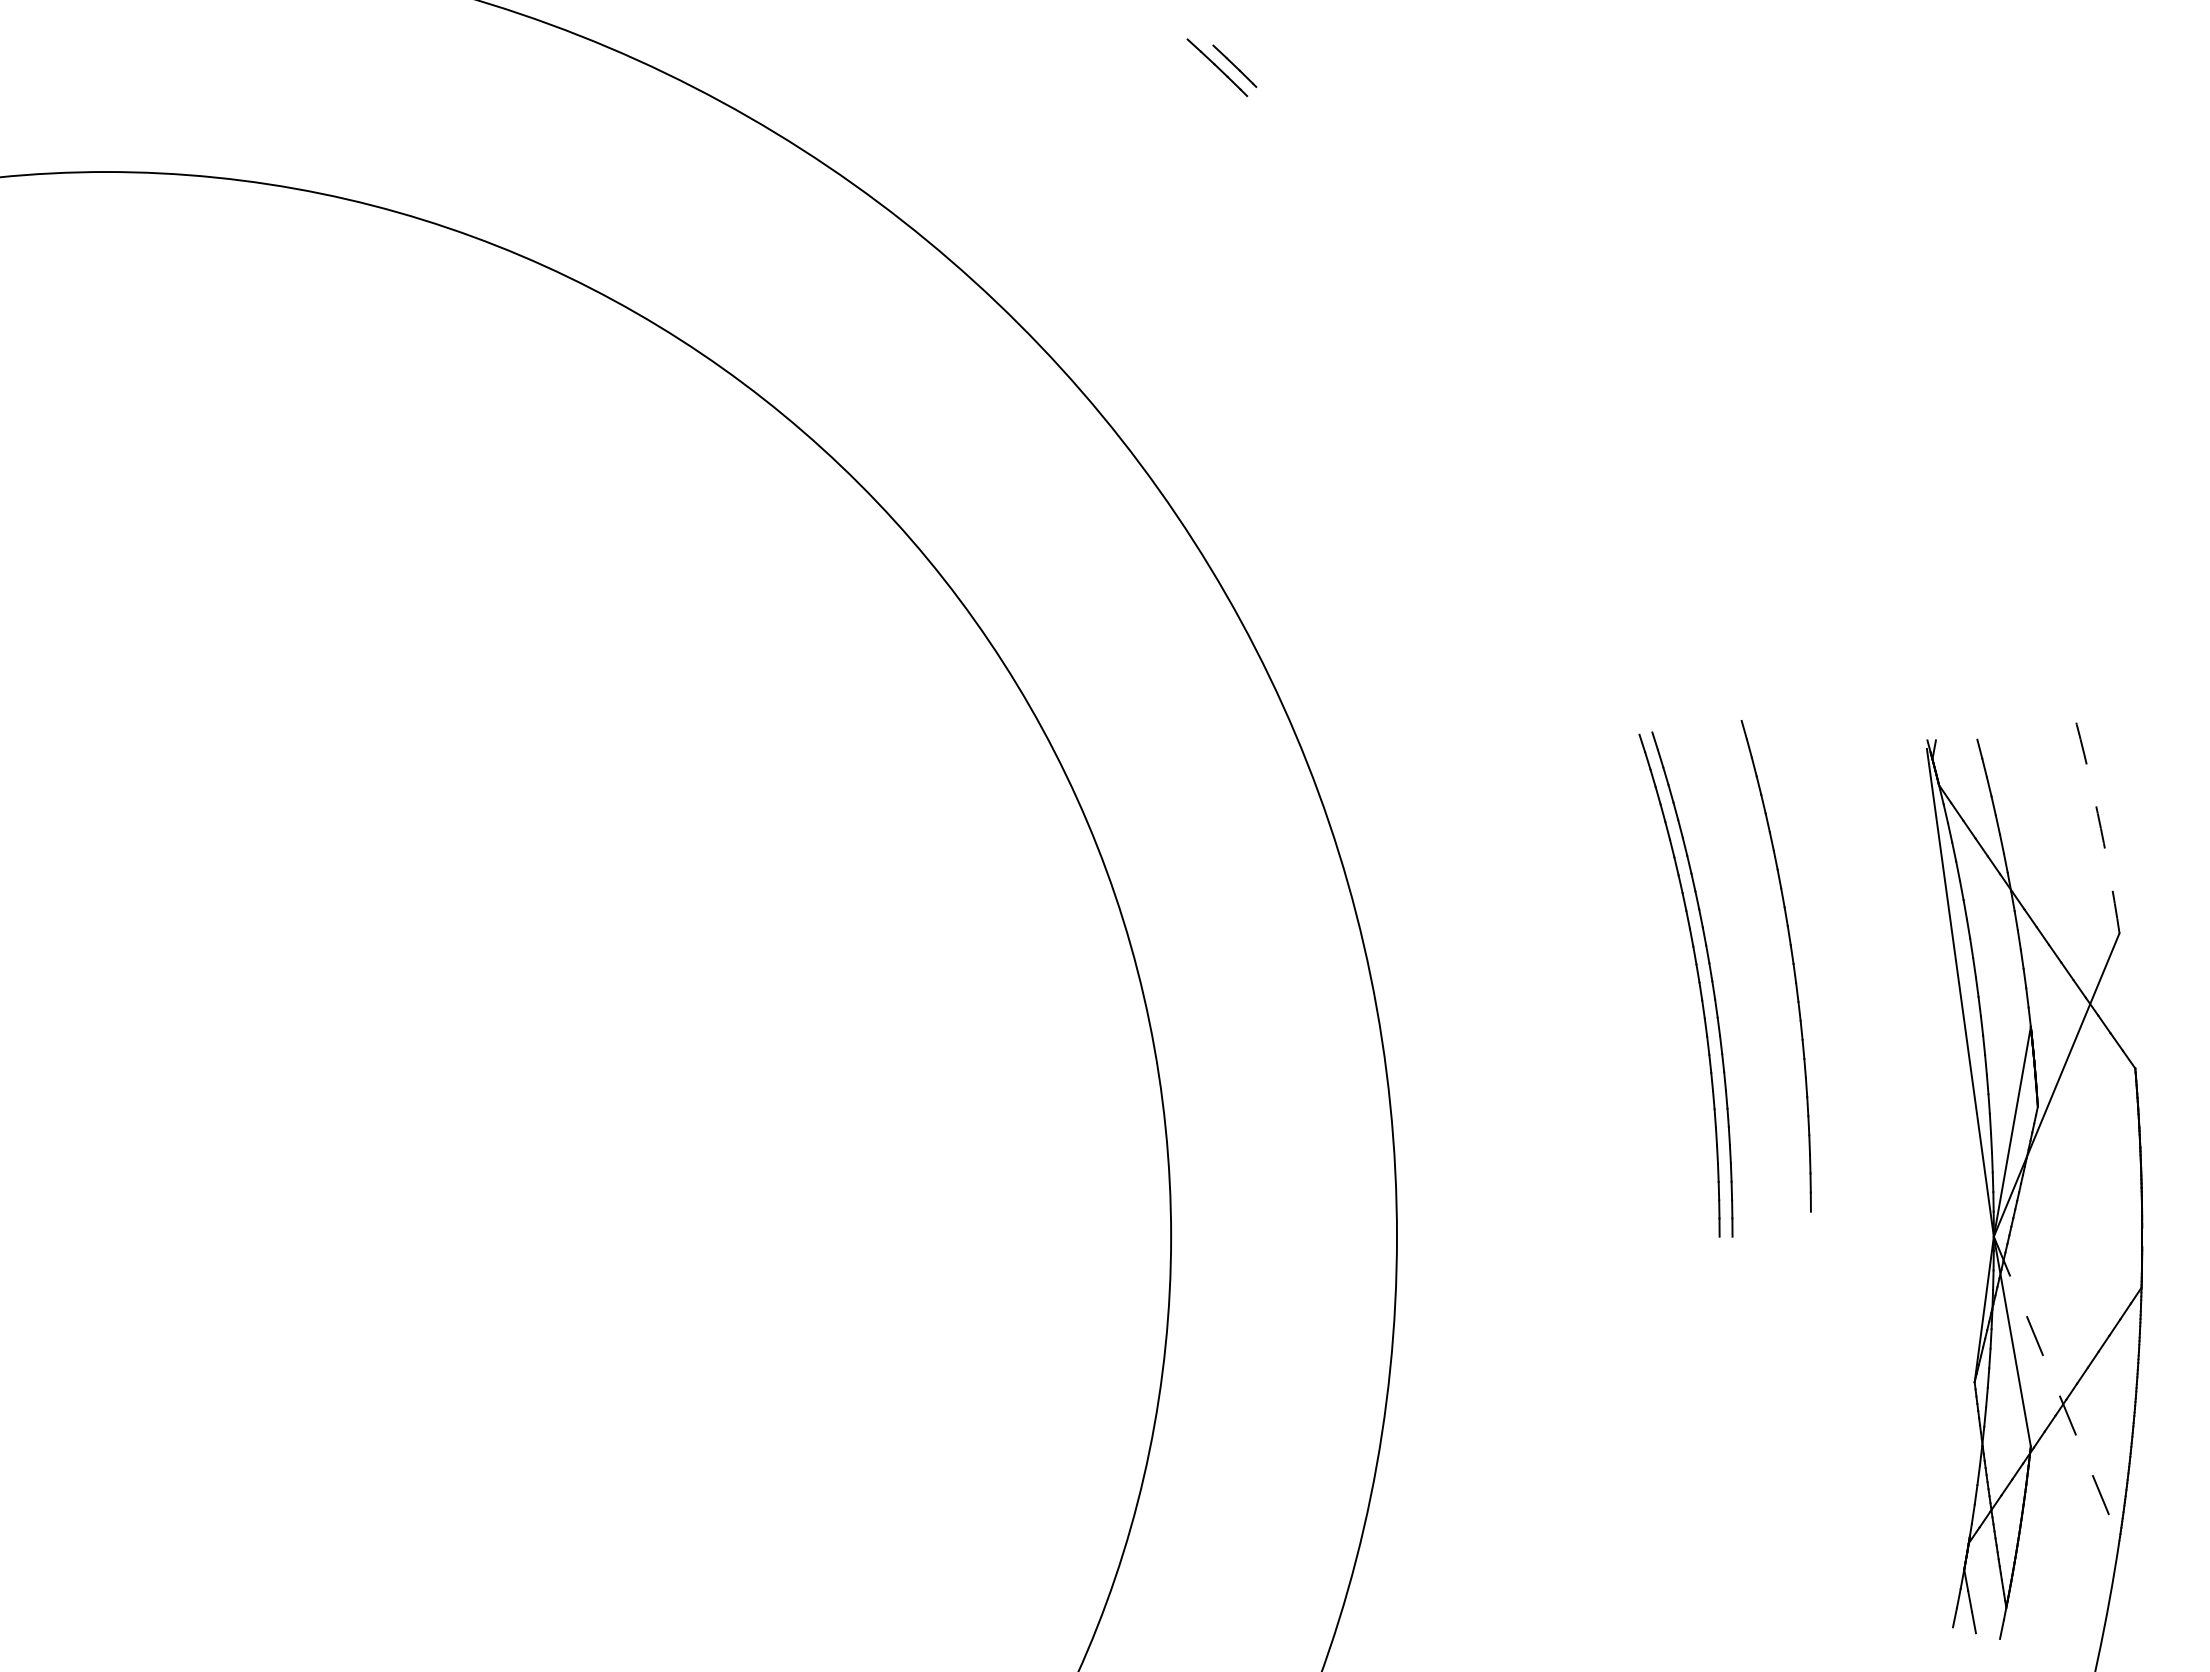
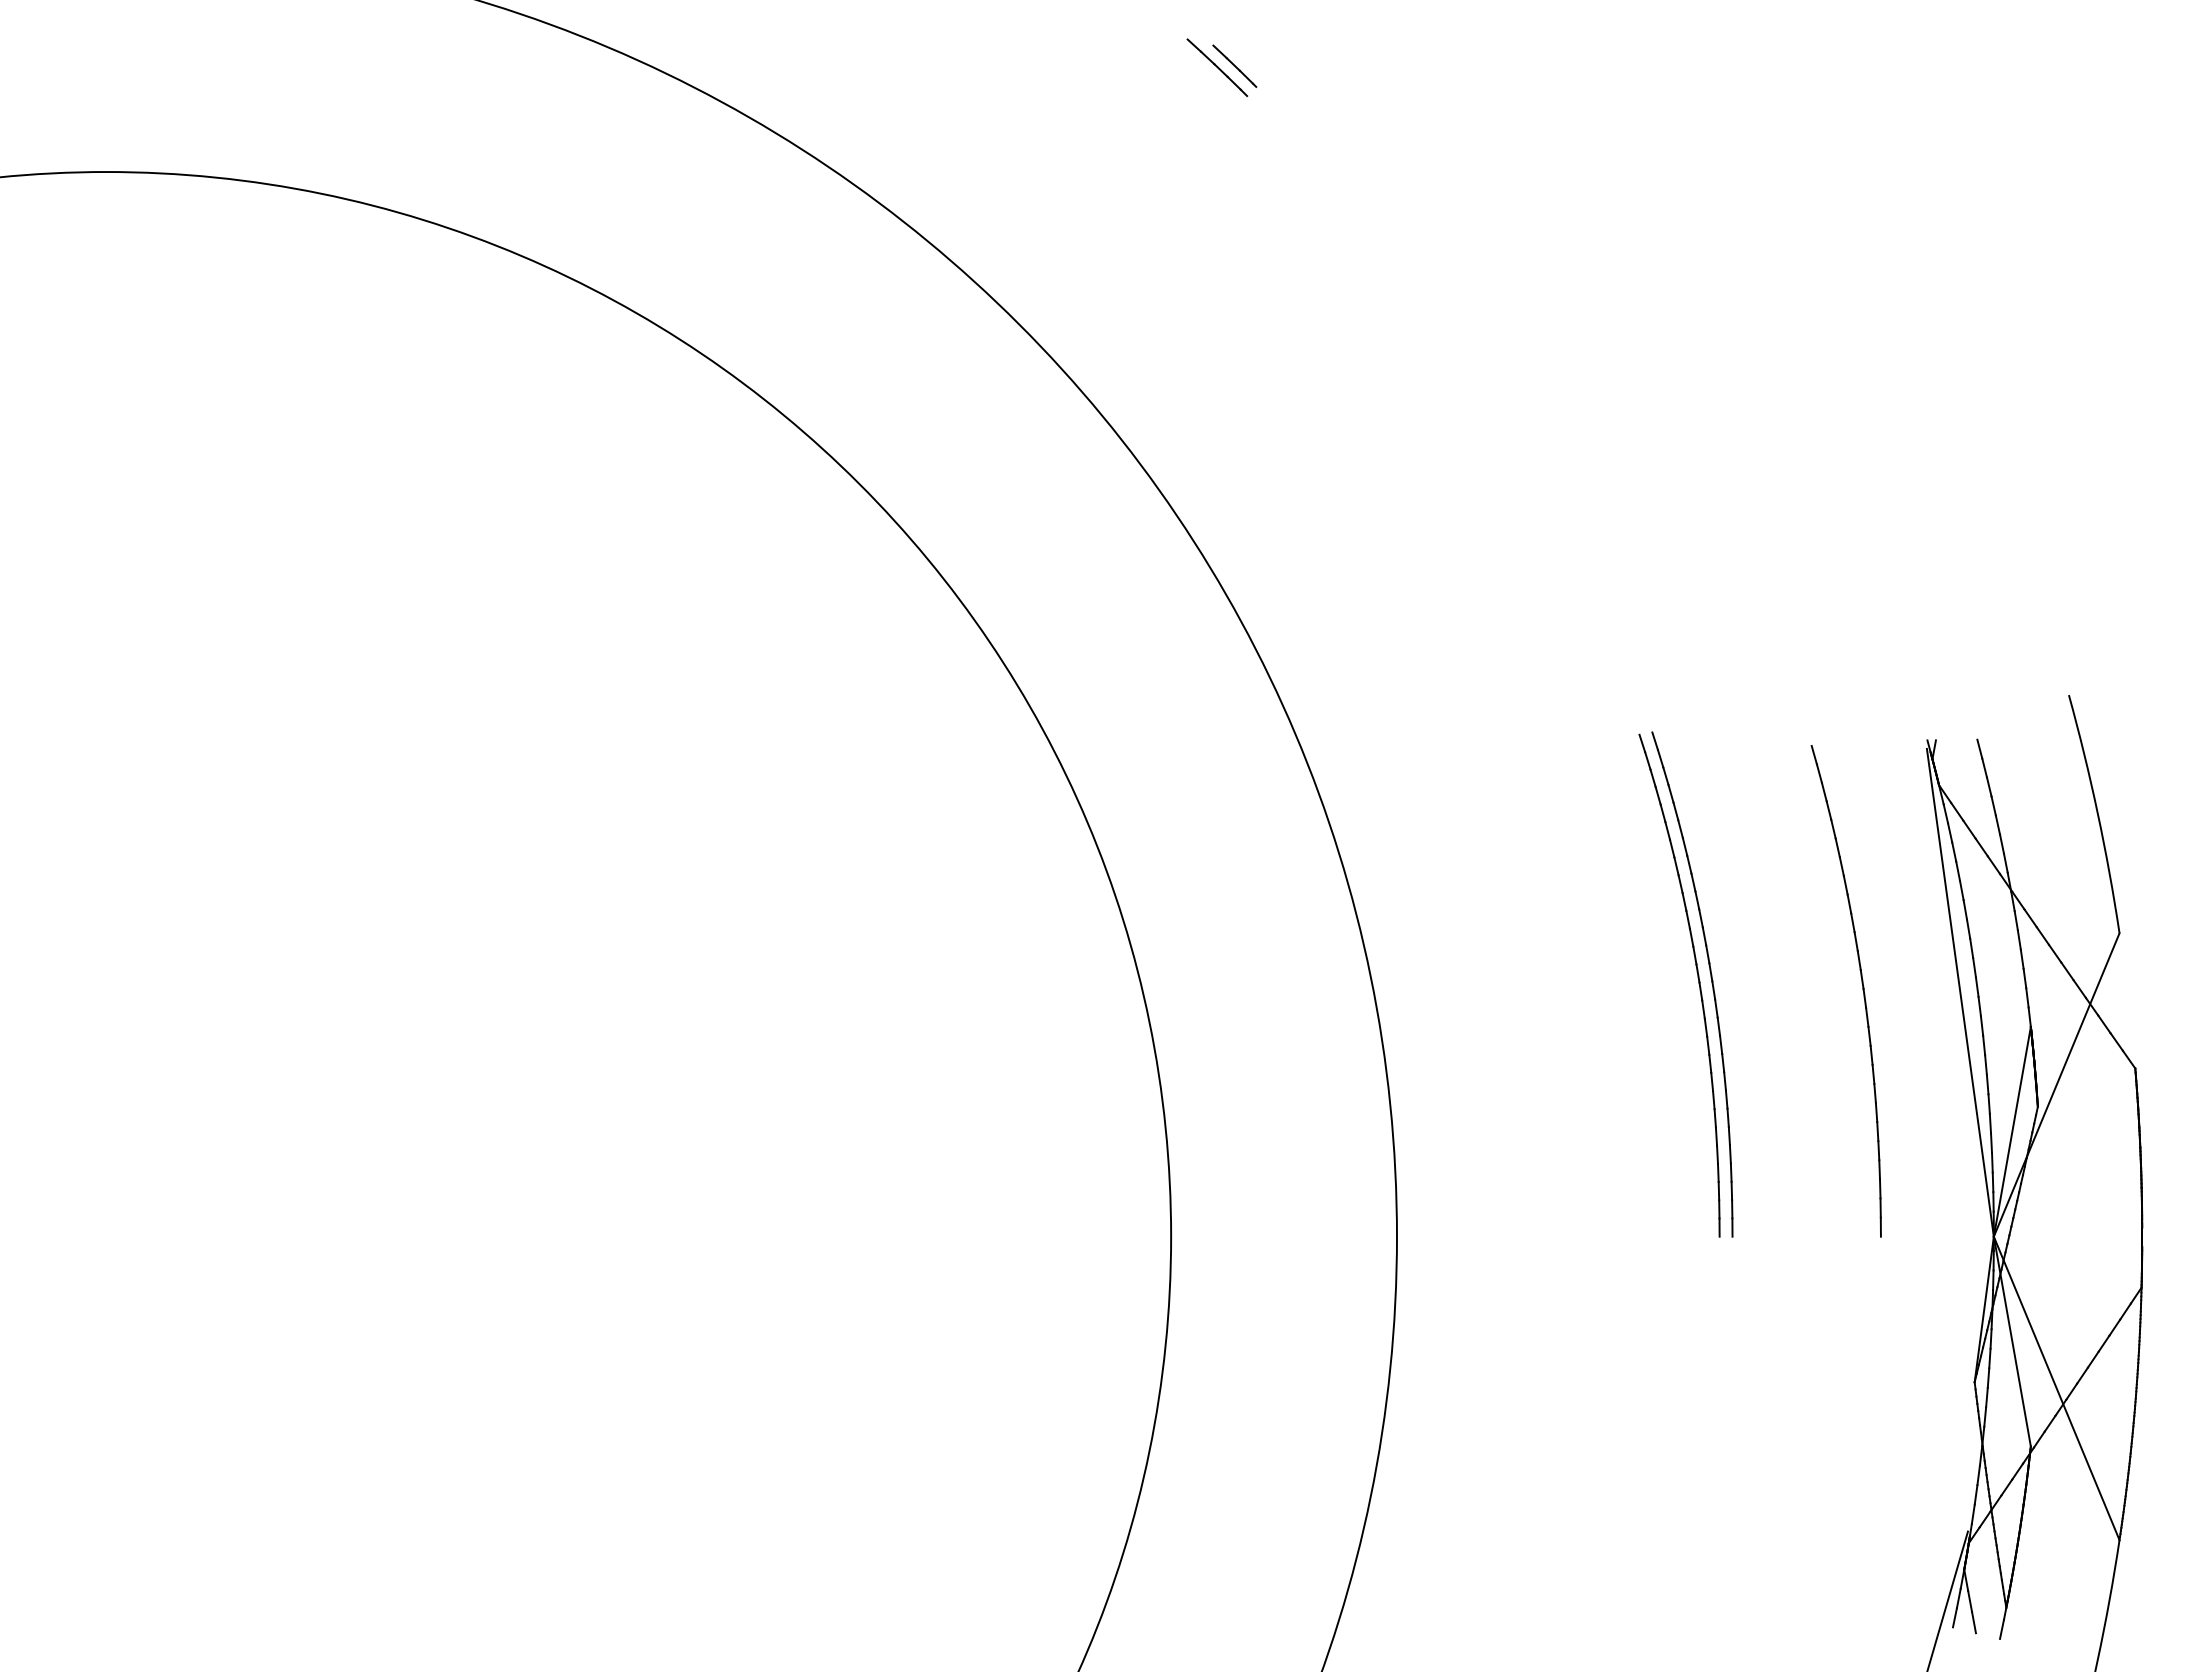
arc at (2097, 813): dashed -> solid
part at (1792, 965) position: (1792, 965) -> (1862, 990)
line at (2056, 1388): dashed -> solid
line at (1947, 1599): none -> present
